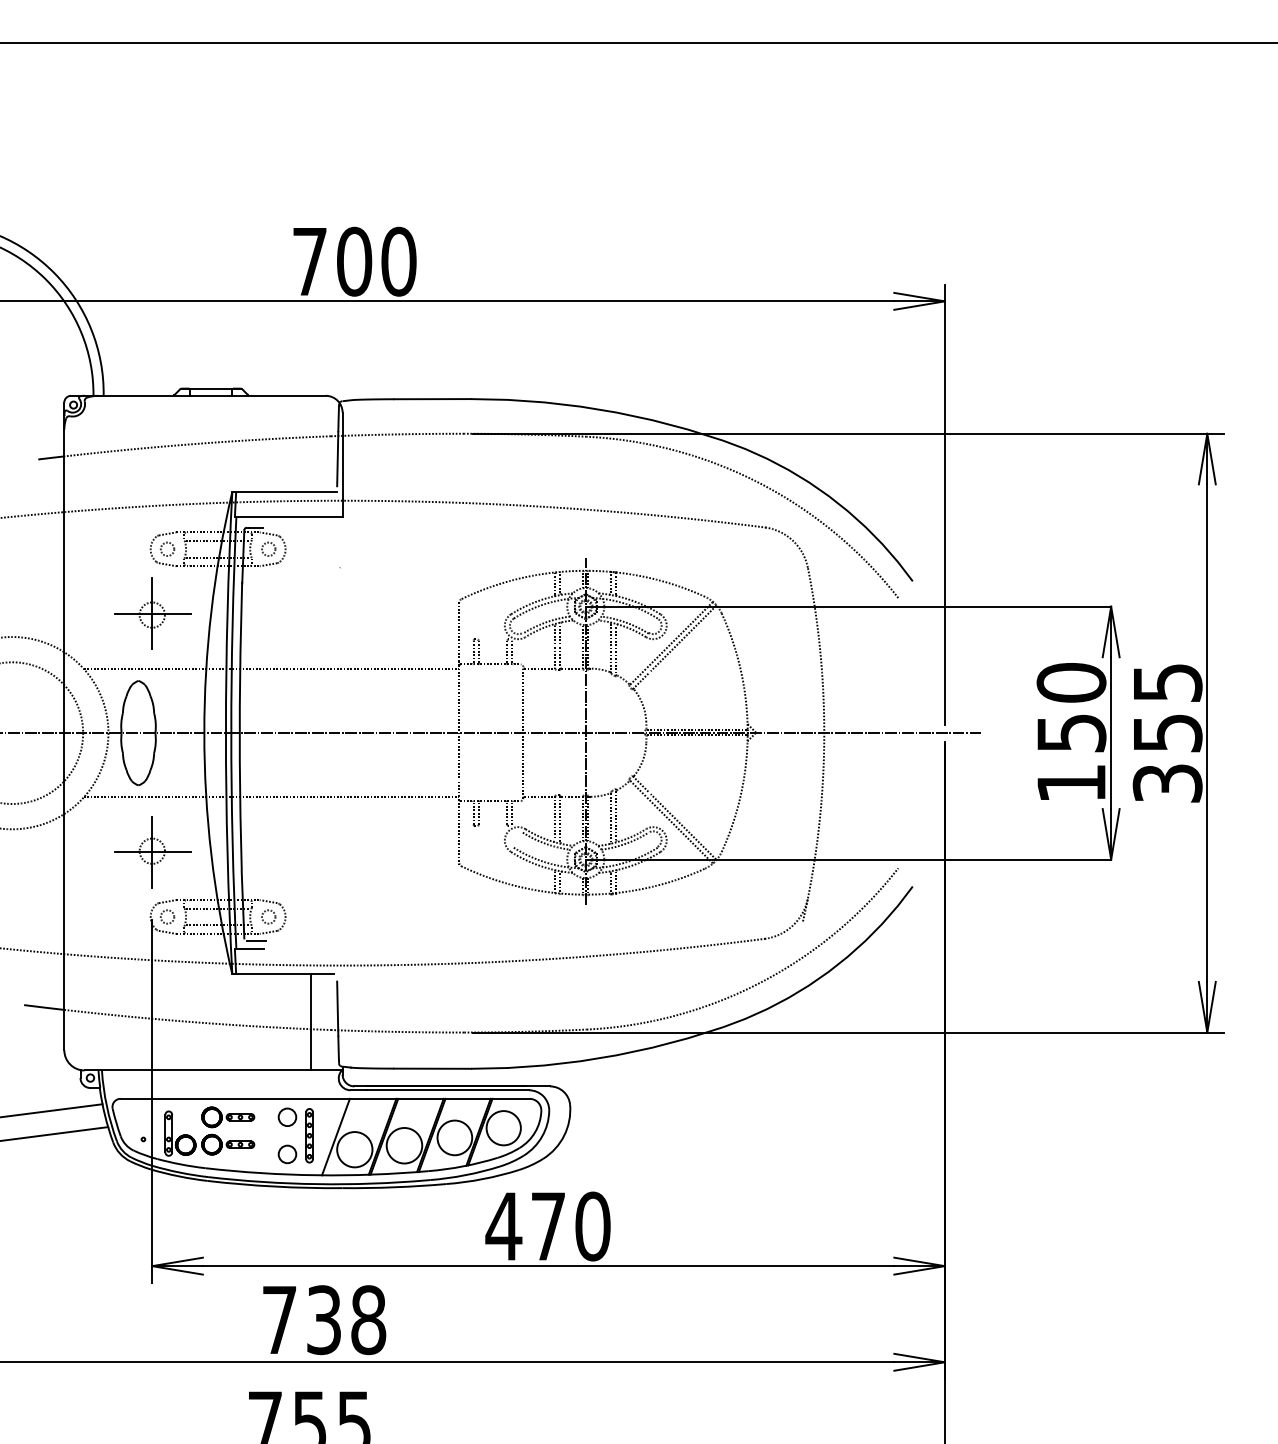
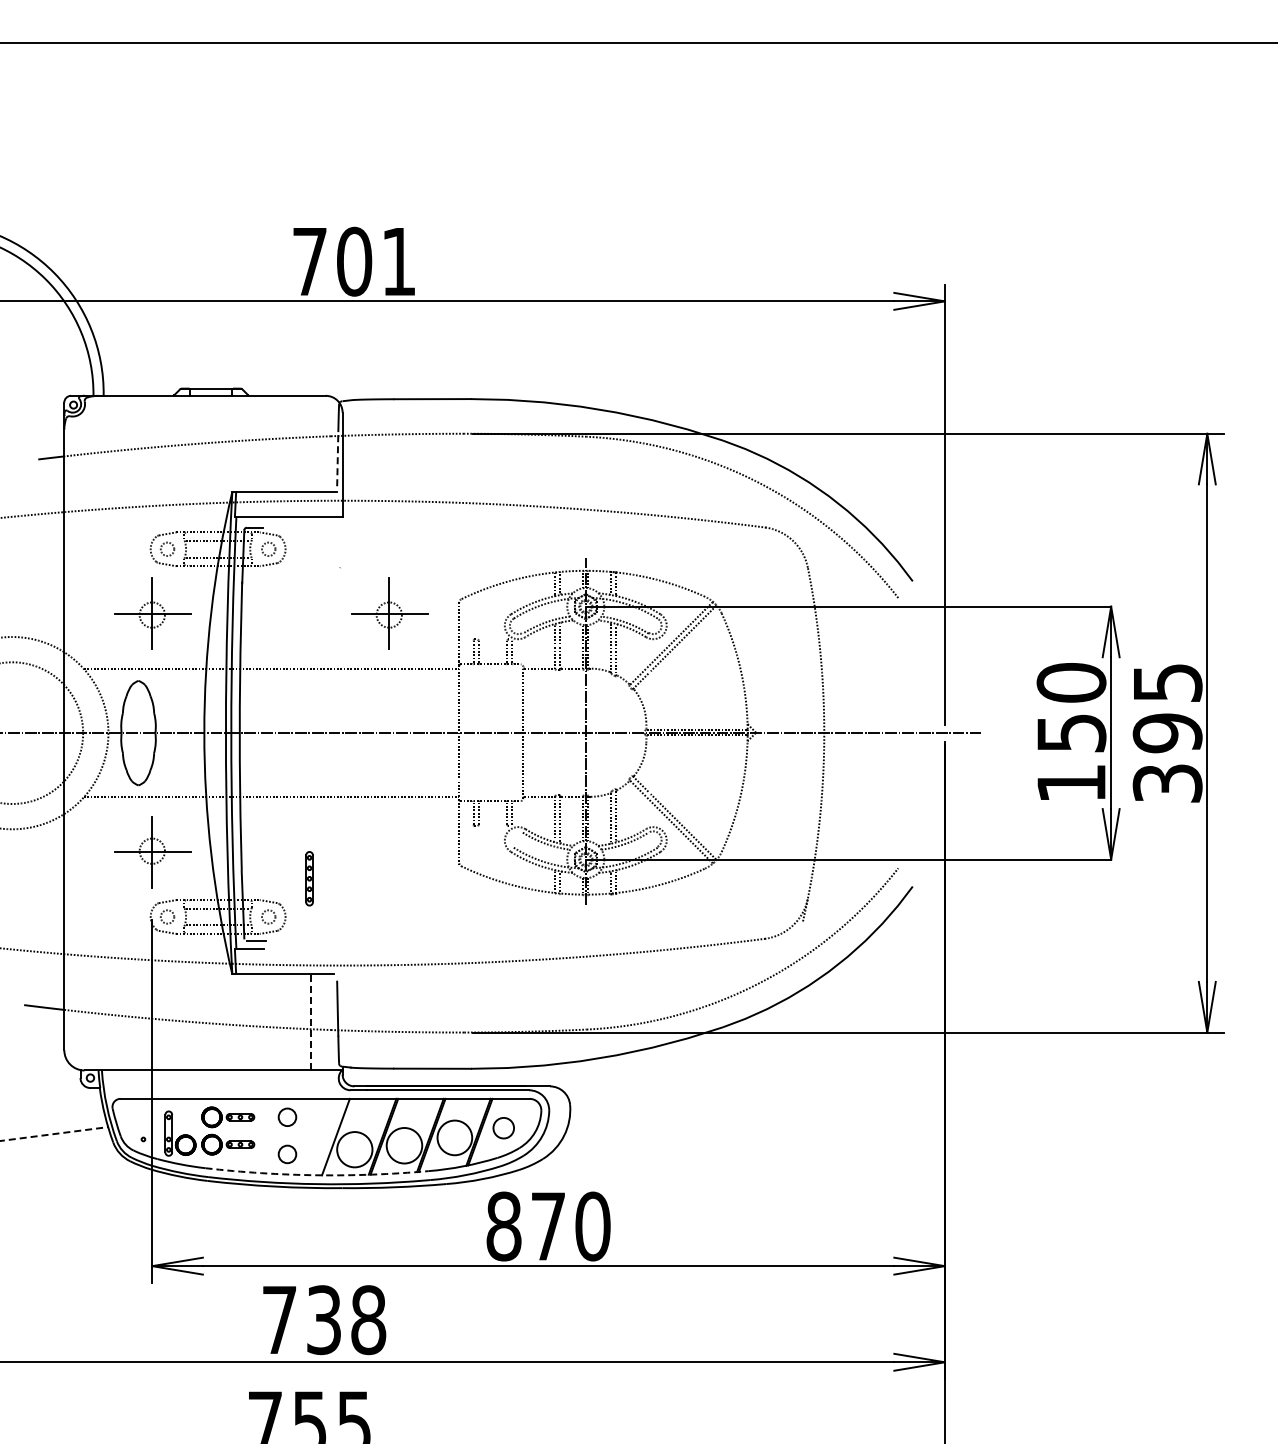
text at (398, 261): 700 -> 701
line at (337, 458): solid -> dashed
part at (389, 613): none -> present
text at (1167, 733): 355 -> 395
line at (310, 1021): solid -> dashed
line at (52, 1110): present -> none
circle at (503, 1128) diameter: 34 px -> 21 px
line at (54, 1133): solid -> dashed
part at (309, 1135) position: (309, 1135) -> (309, 878)
arc at (317, 1175): solid -> dashed
text at (503, 1226): 470 -> 870
